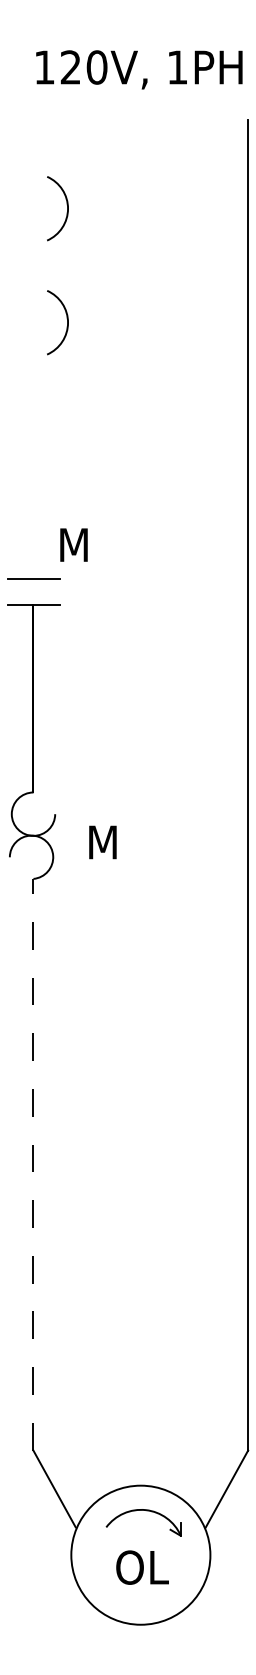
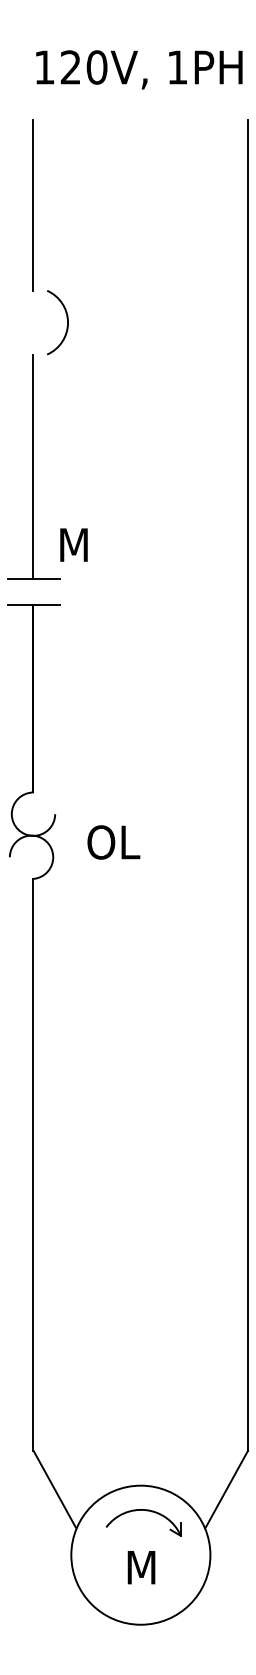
arc at (66, 204): present -> none
line at (32, 205): none -> present
line at (33, 466): none -> present
text at (113, 842): M -> OL
line at (33, 1164): dashed -> solid
text at (142, 1567): OL -> M
